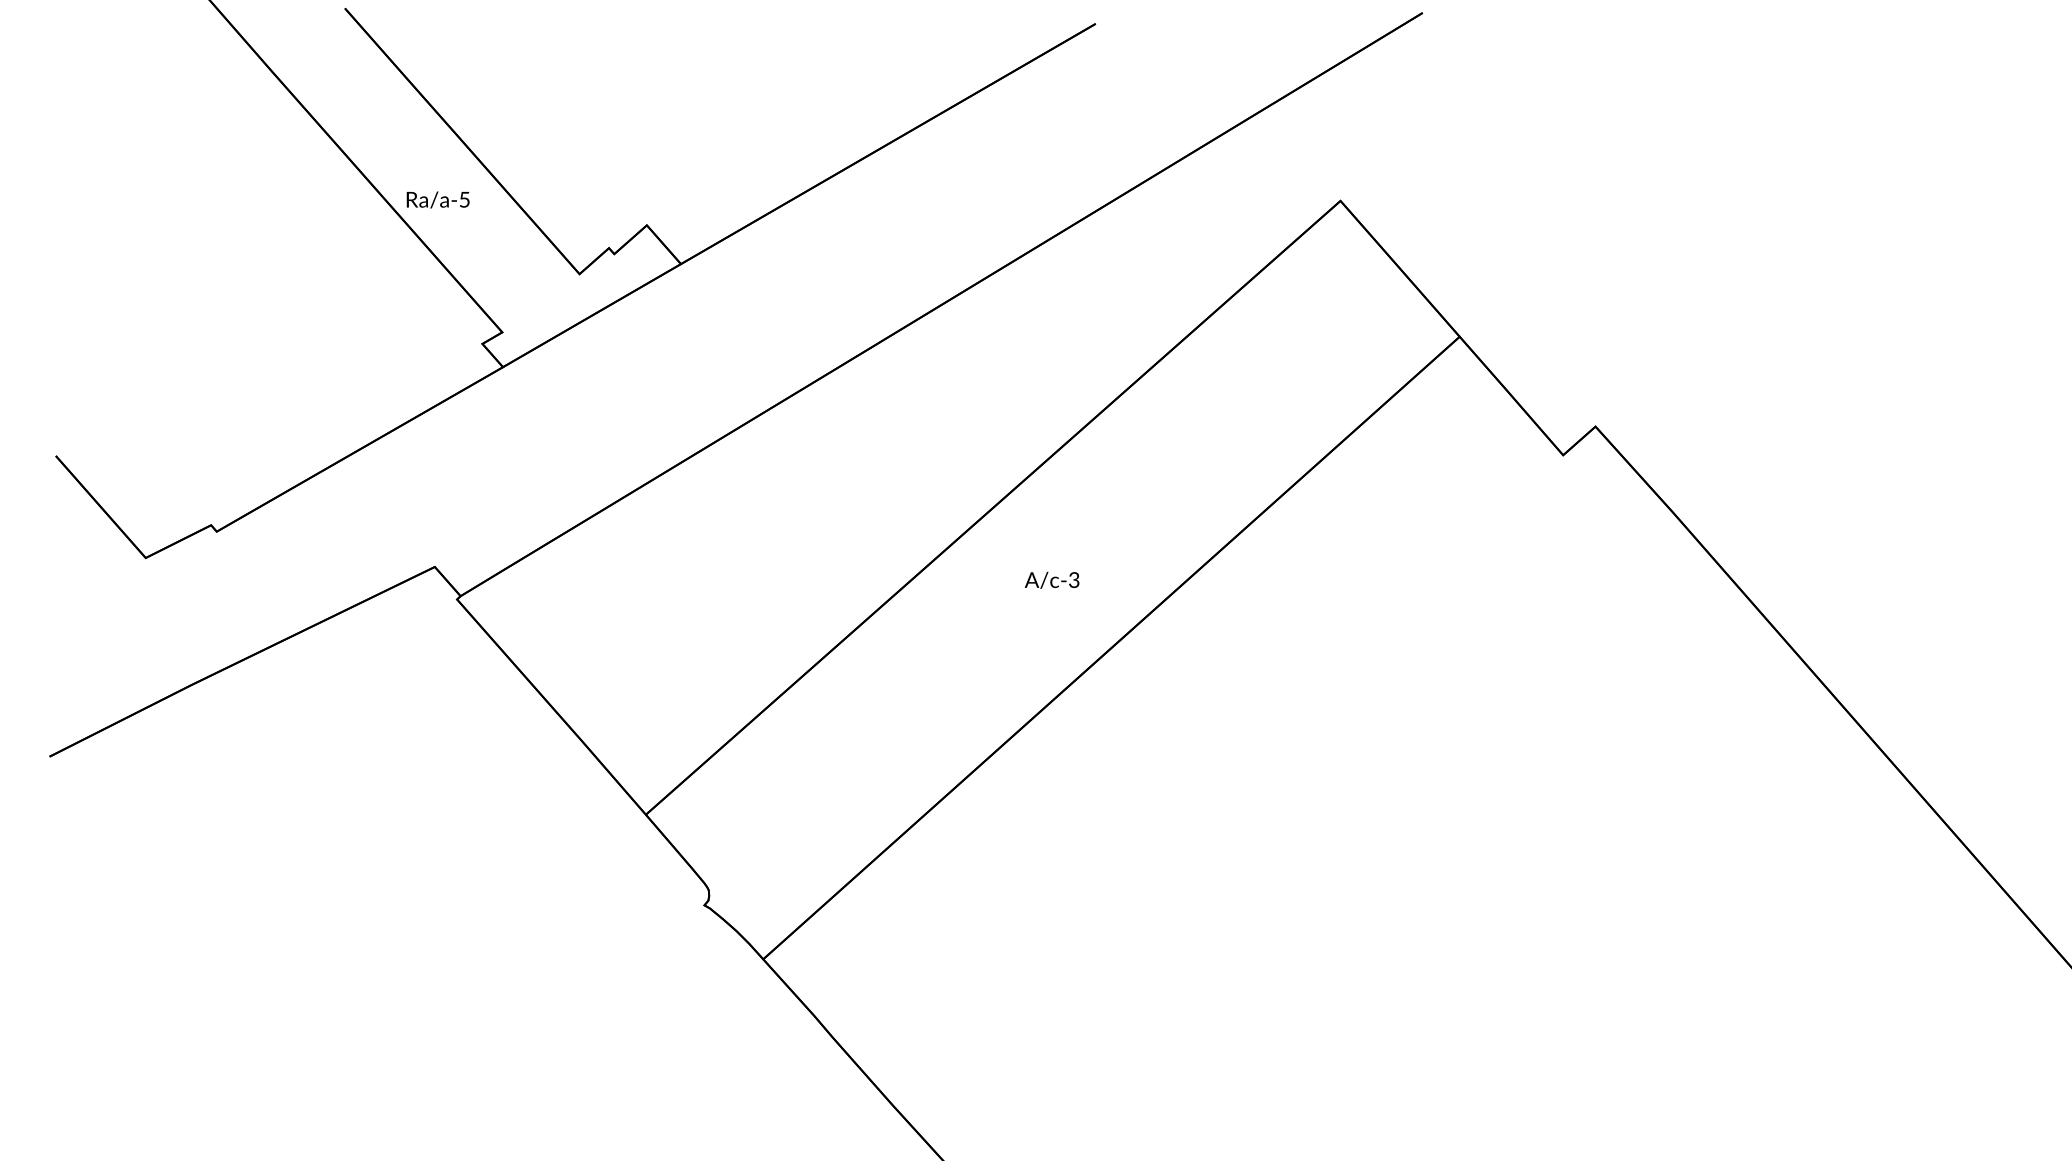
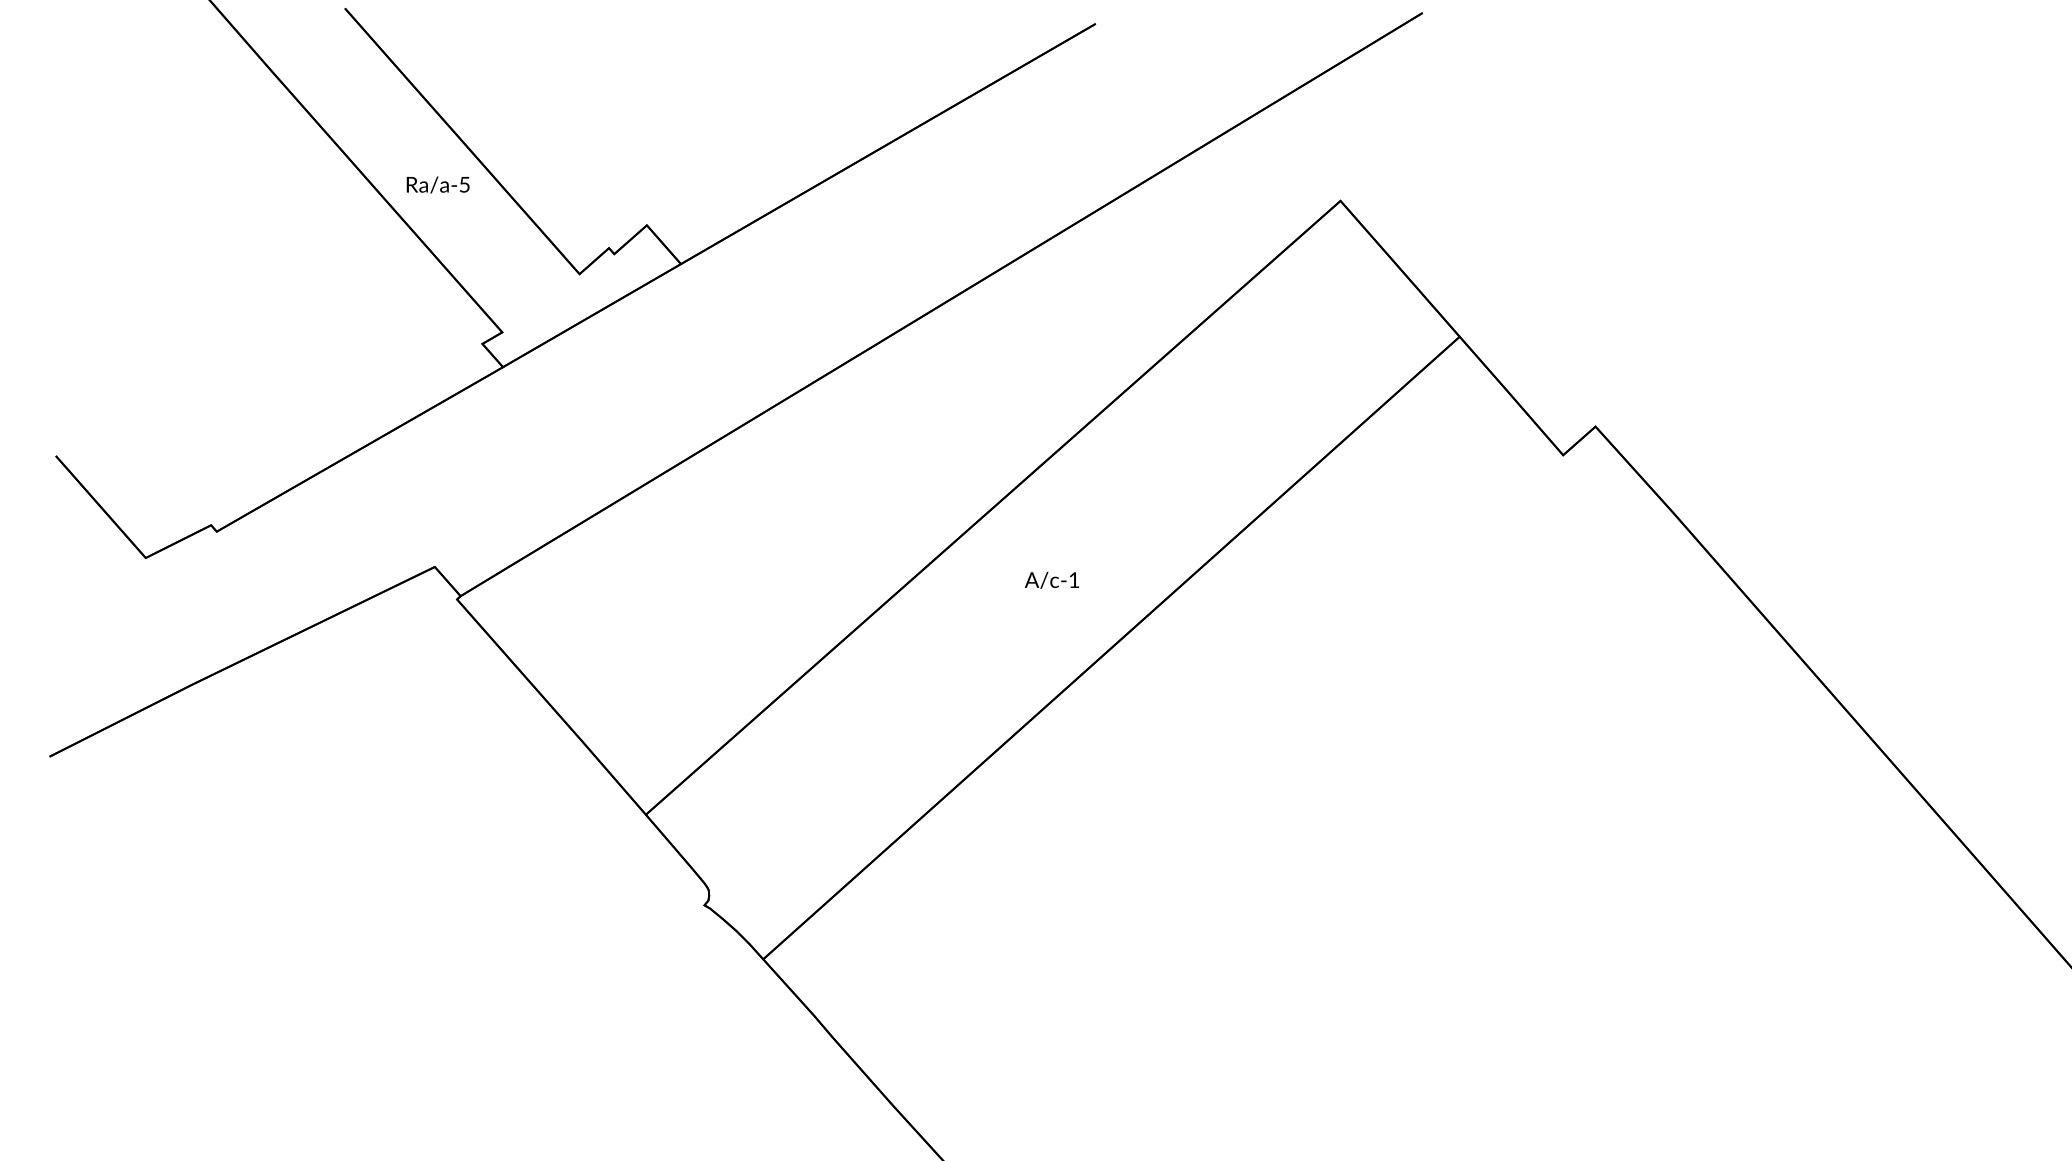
text at (437, 199) position: (437, 199) -> (437, 184)
text at (1074, 579): A/c-3 -> A/c-1
